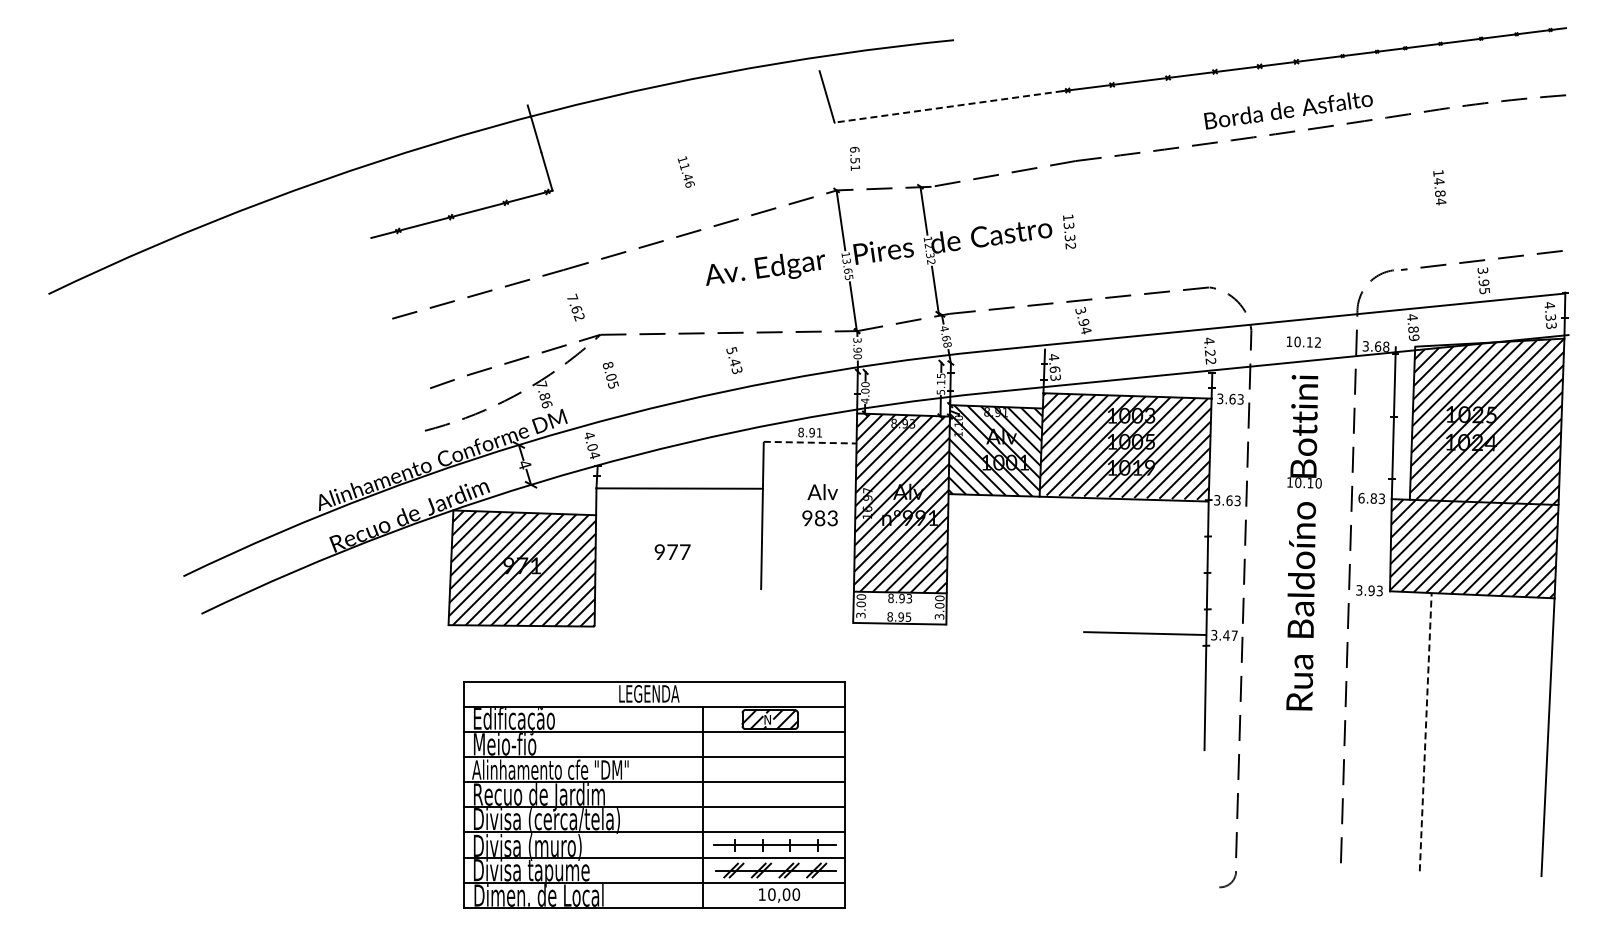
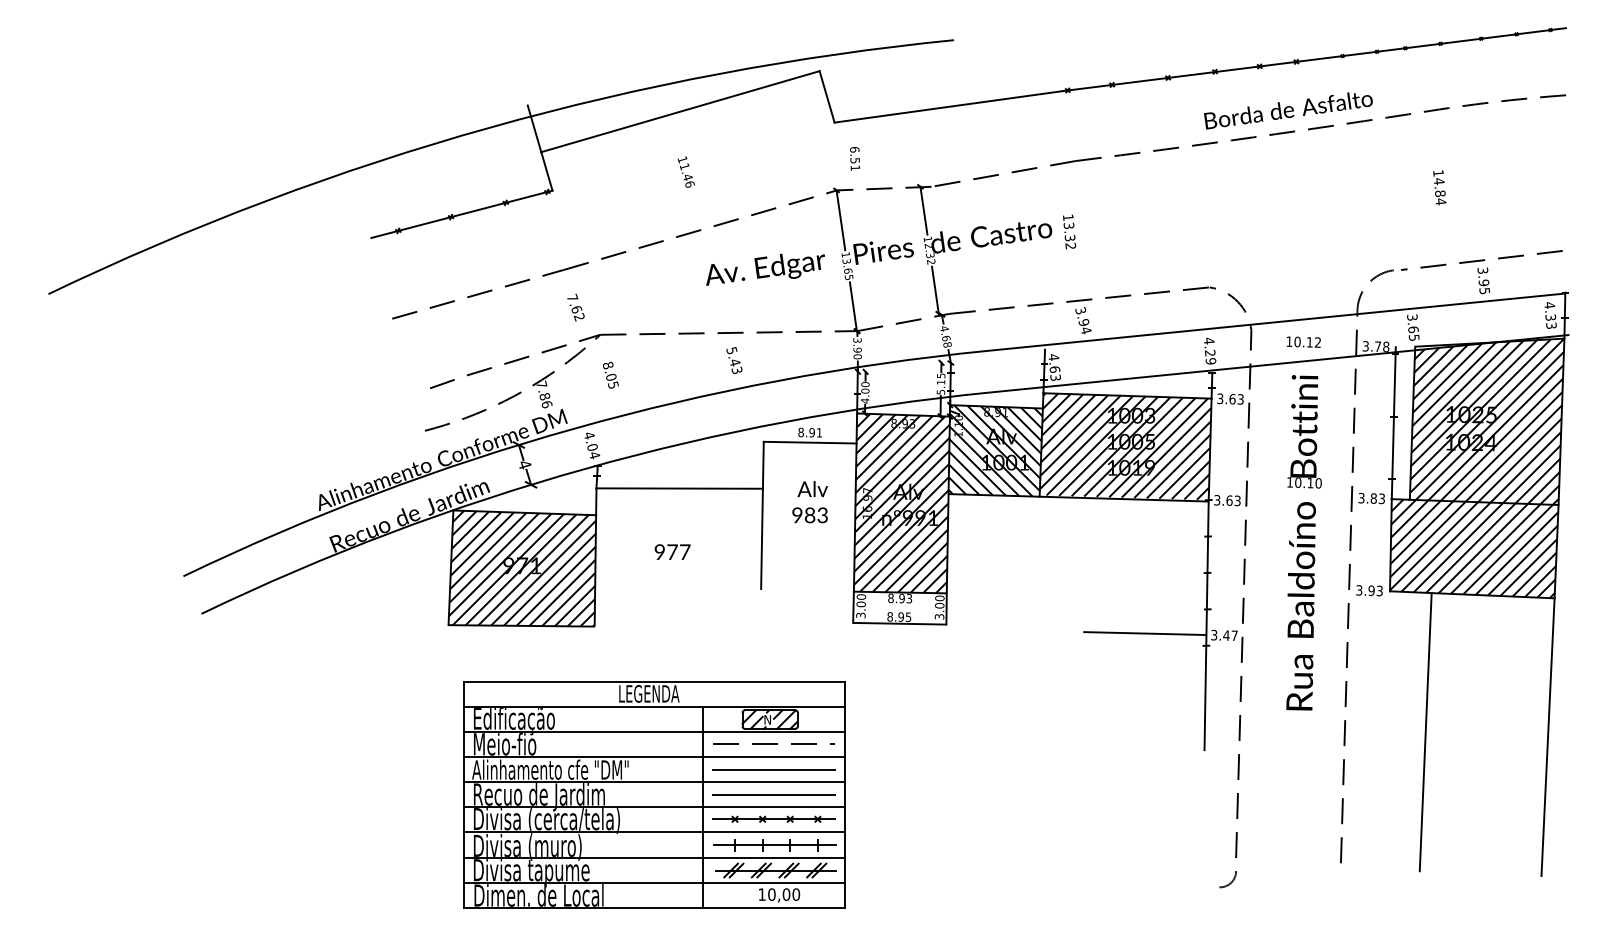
line at (948, 106): dashed -> solid
line at (680, 111): none -> present
text at (1413, 327): 4.89 -> 3.65
text at (1378, 346): 3.68 -> 3.78
text at (1210, 361): 4.22 -> 4.29
line at (810, 442): dashed -> solid
text at (1361, 497): 6.83 -> 3.83
text at (819, 505) position: (819, 505) -> (809, 502)
line at (1425, 731): dashed -> solid
line at (773, 743): none -> present
line at (773, 770): none -> present
line at (773, 795): none -> present
part at (773, 818): none -> present
